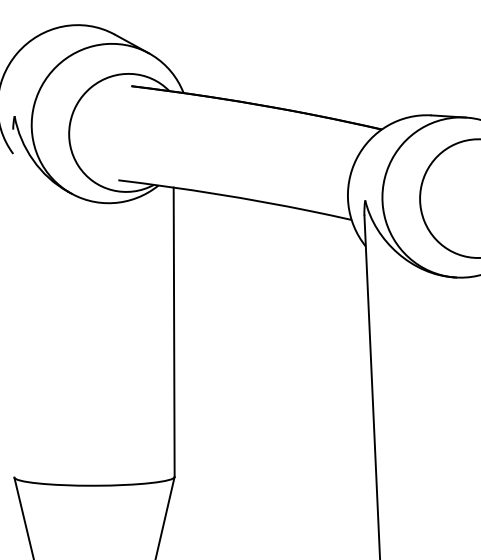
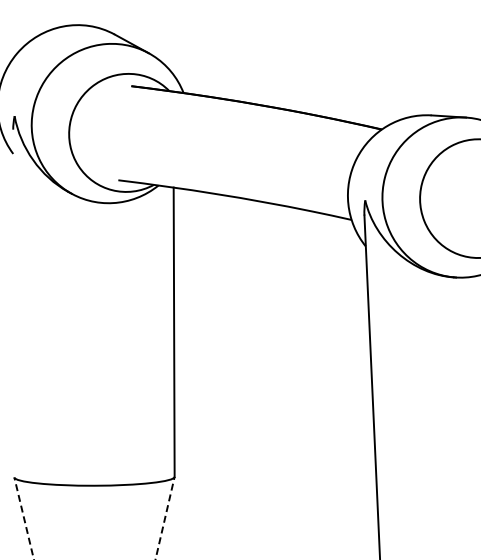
line at (165, 517): solid -> dashed
line at (24, 518): solid -> dashed
